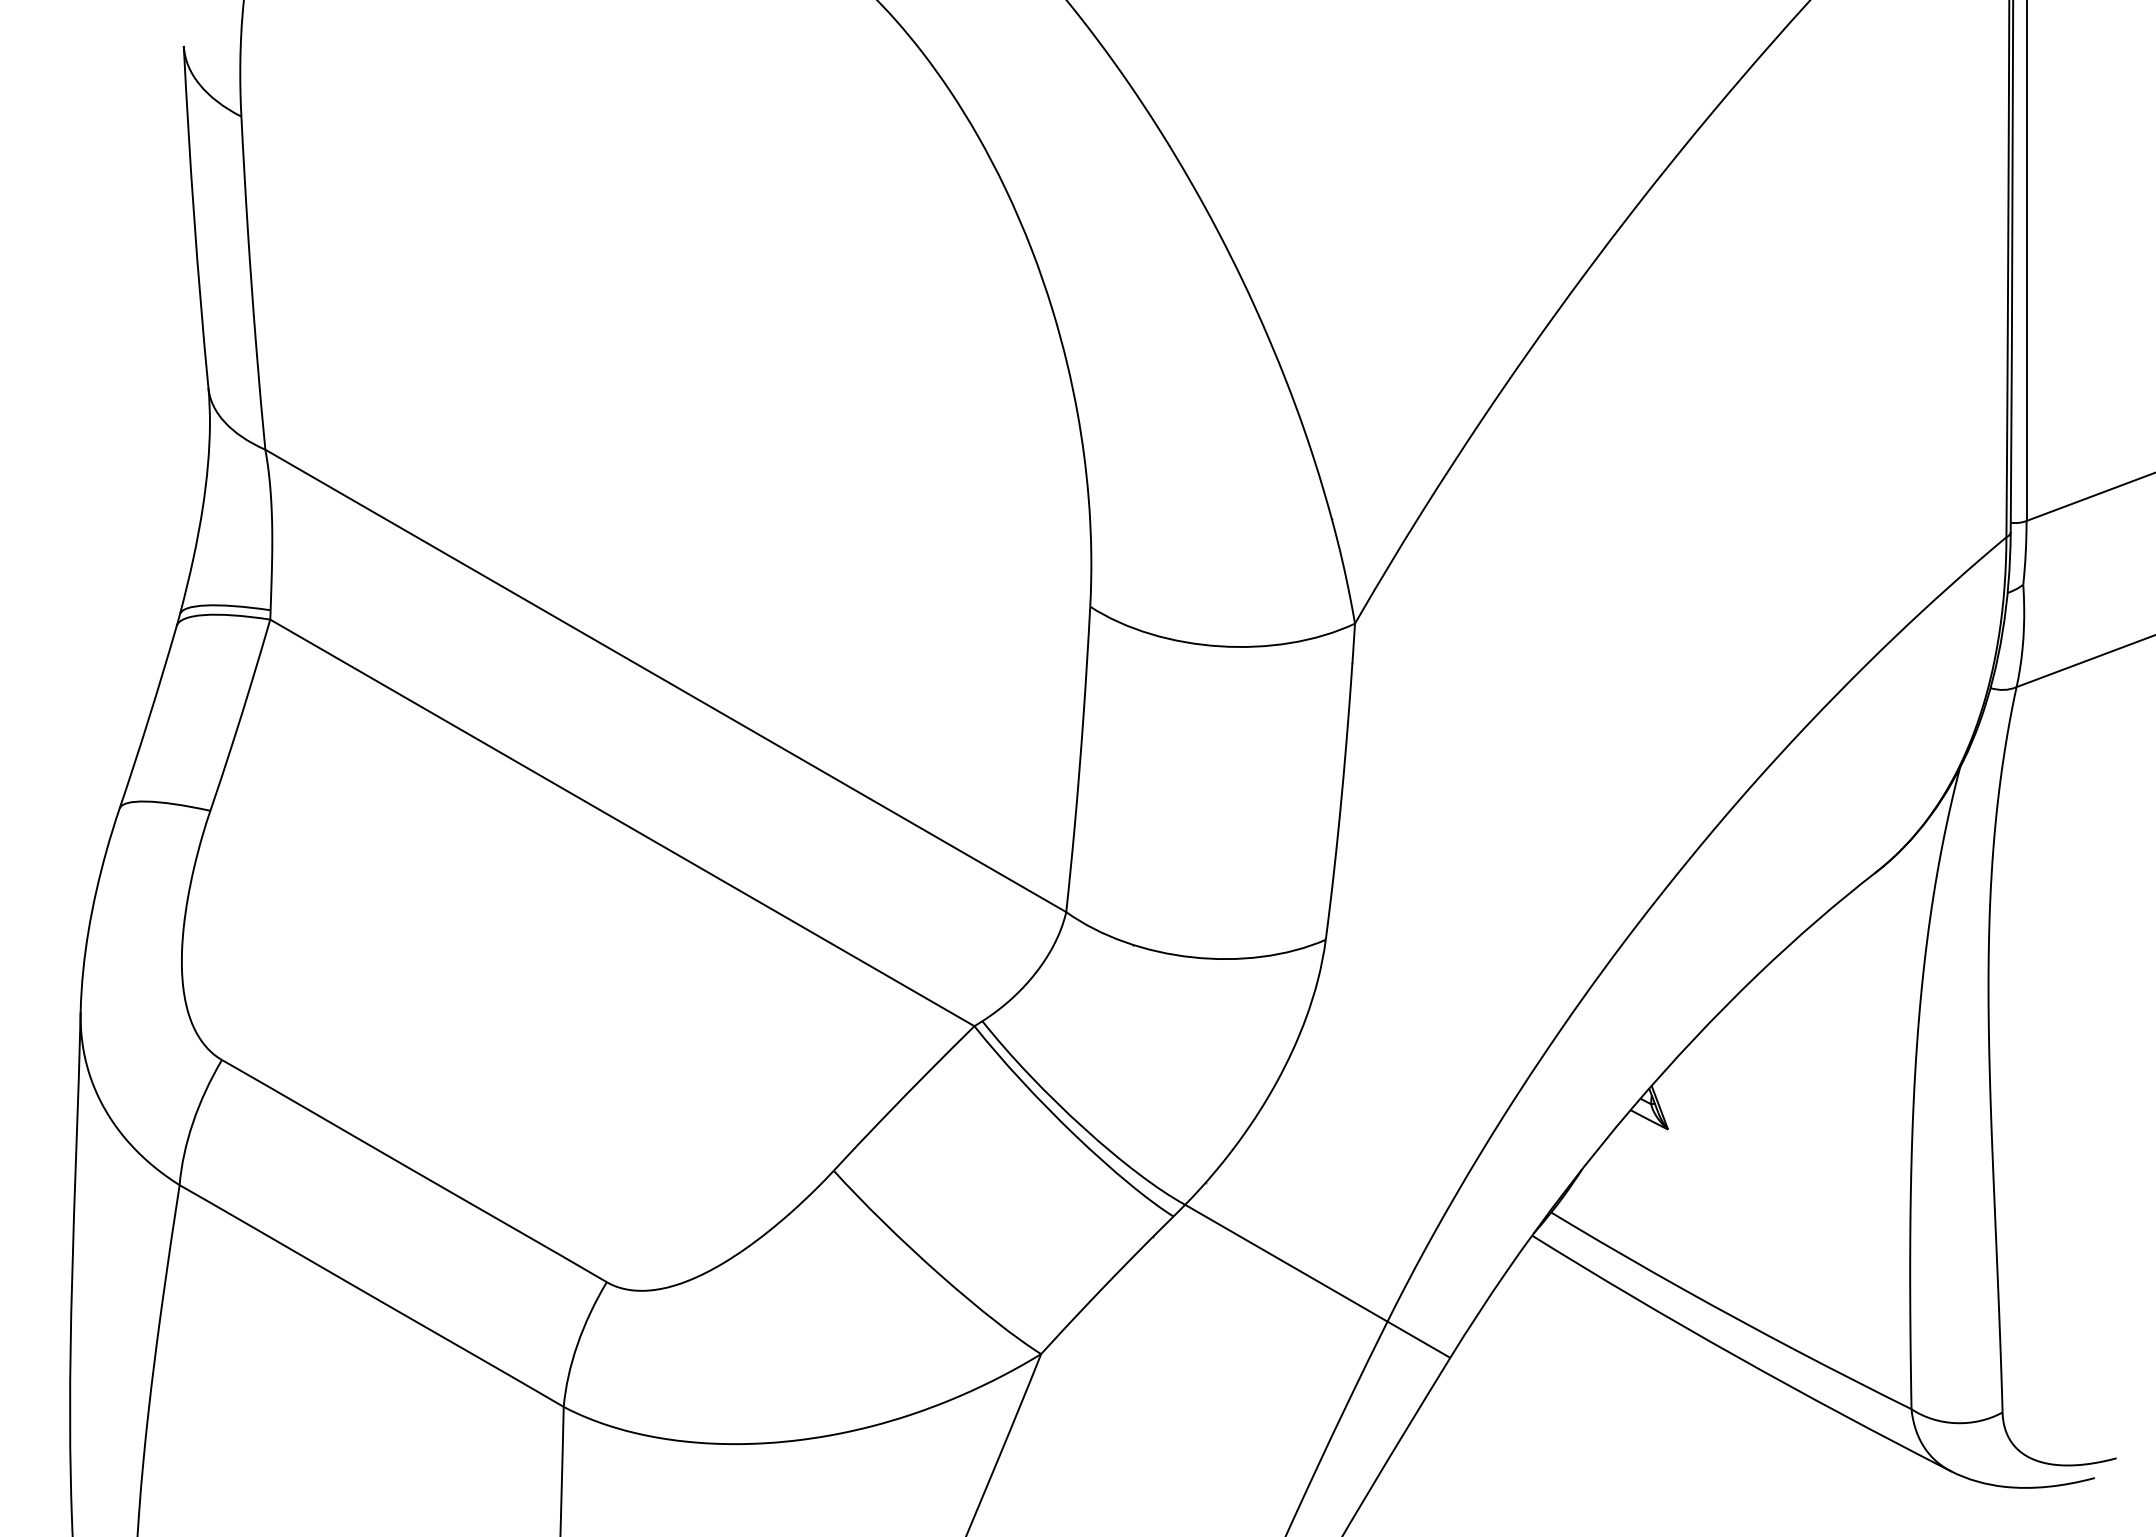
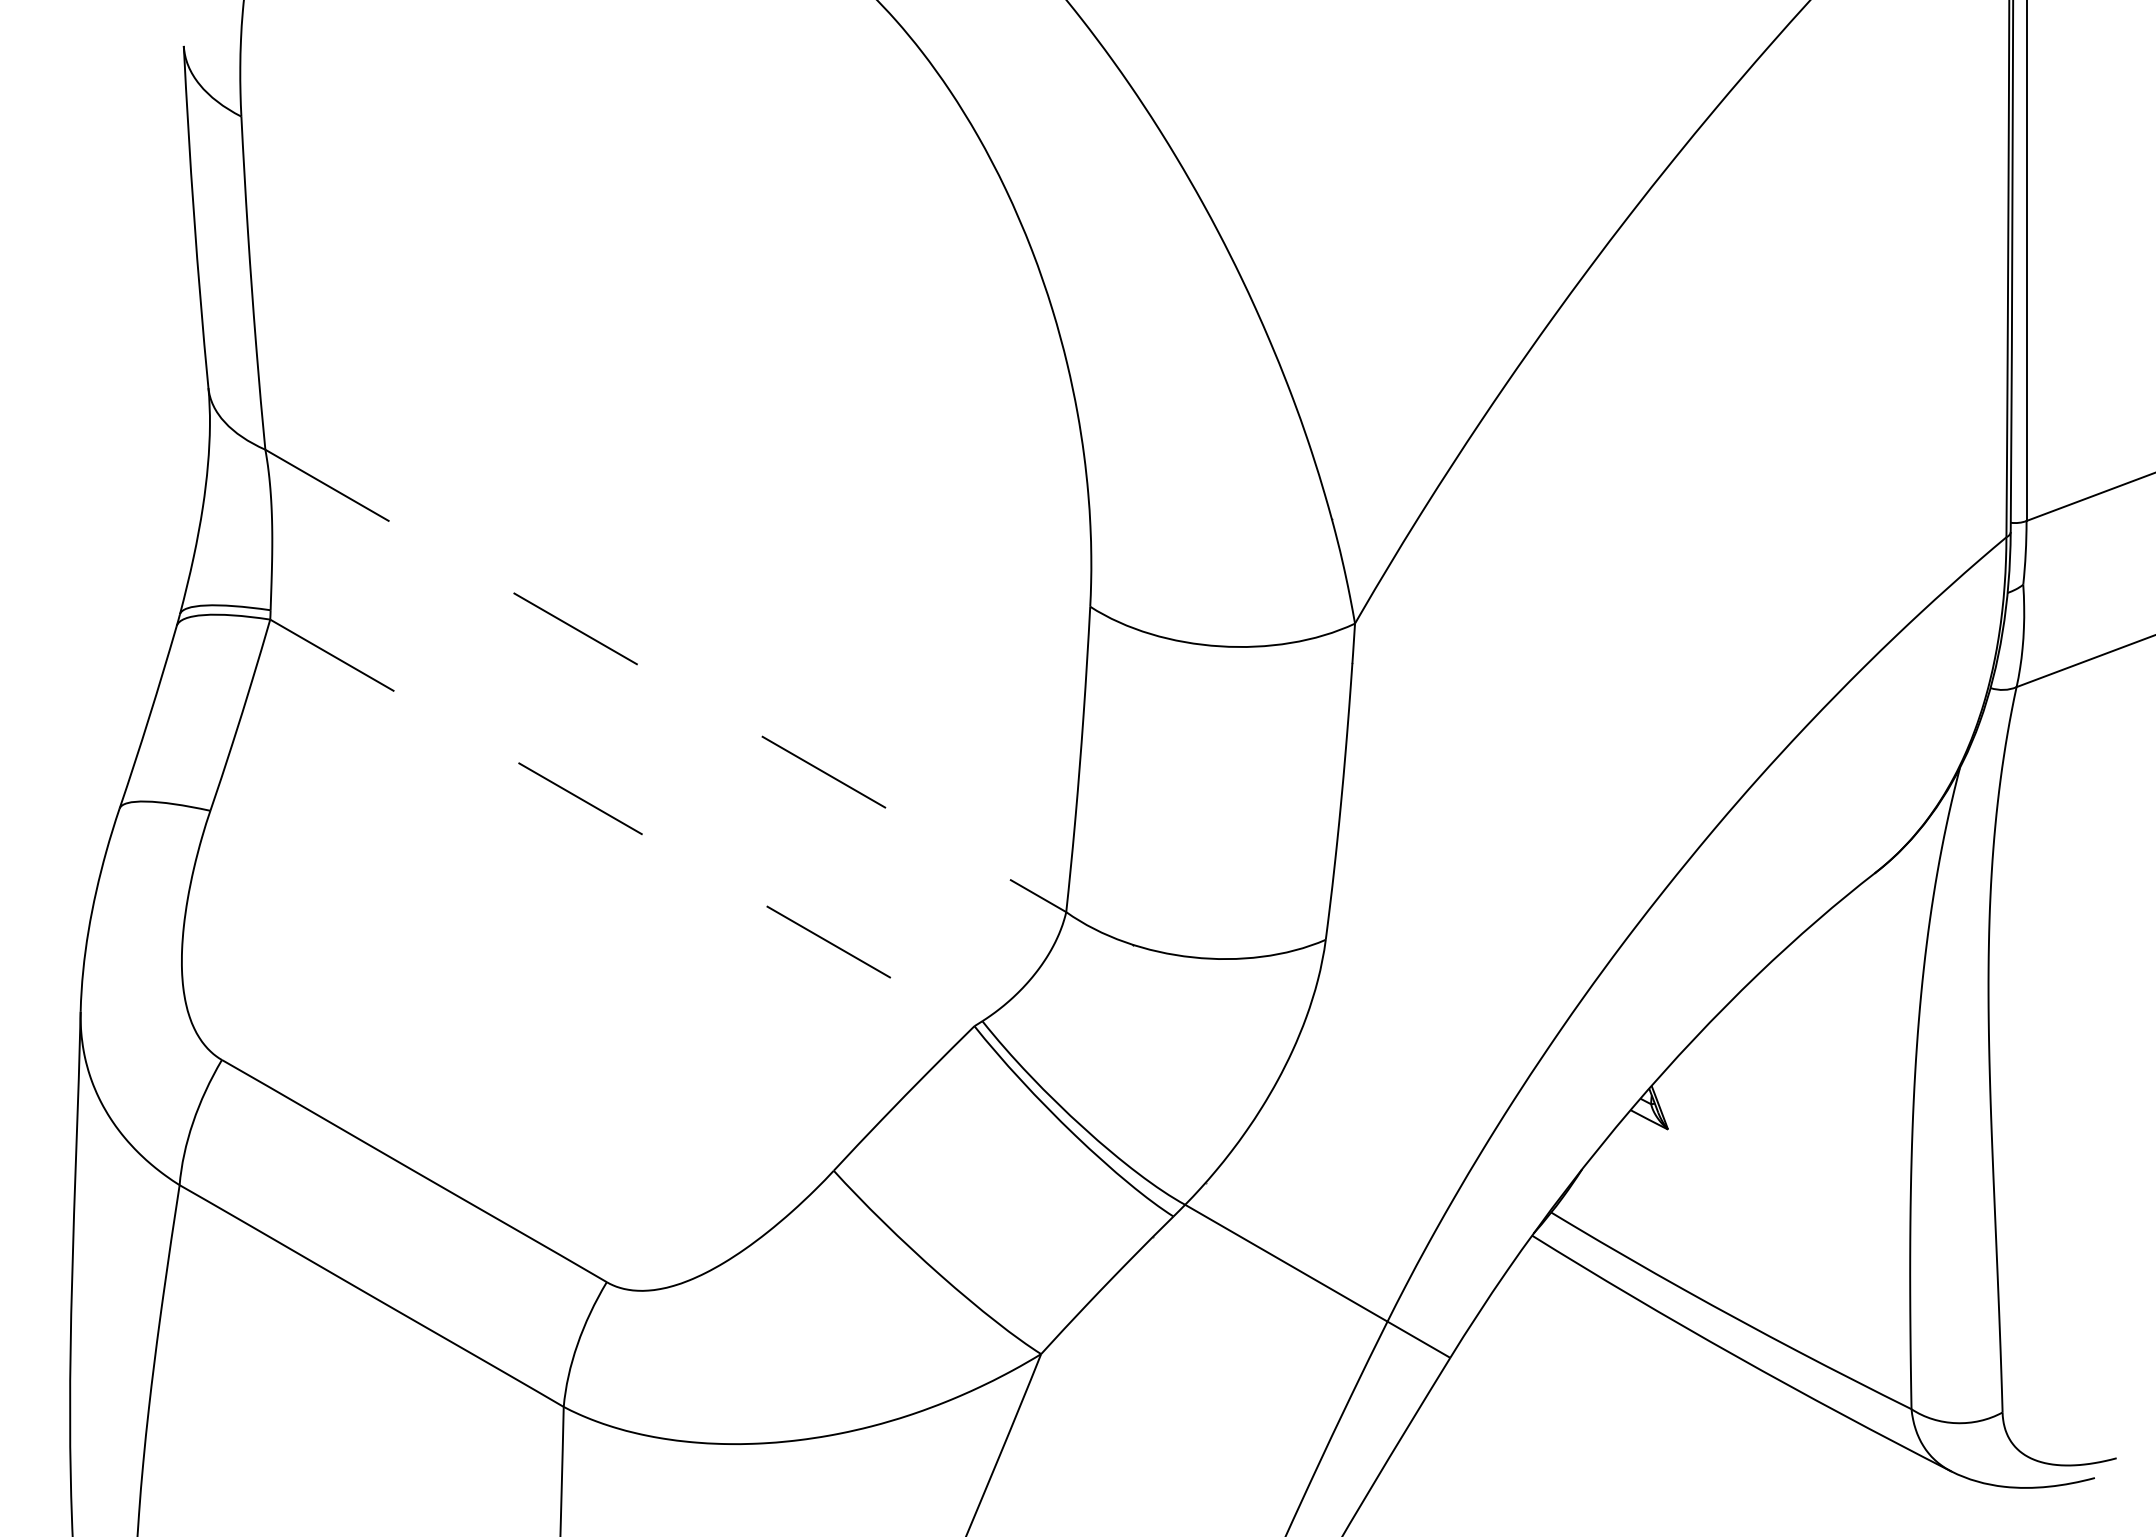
line at (666, 681): solid -> dashed
line at (622, 822): solid -> dashed
